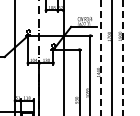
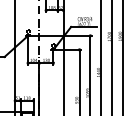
line at (101, 58): dashed -> solid
line at (122, 58): dashed -> solid
